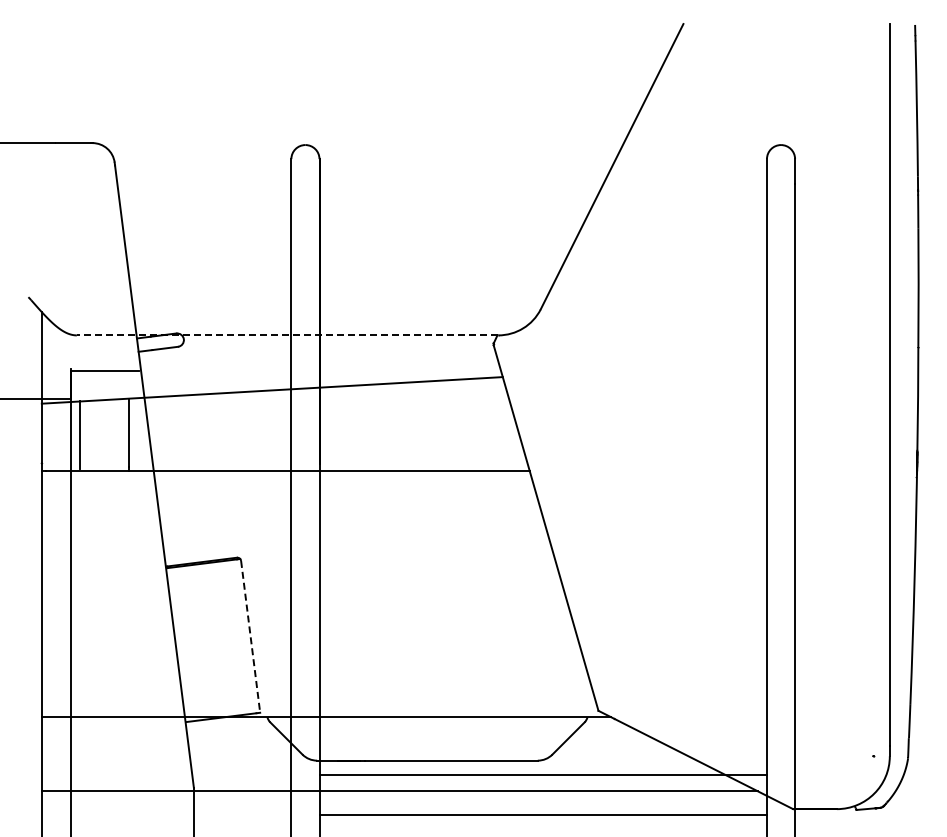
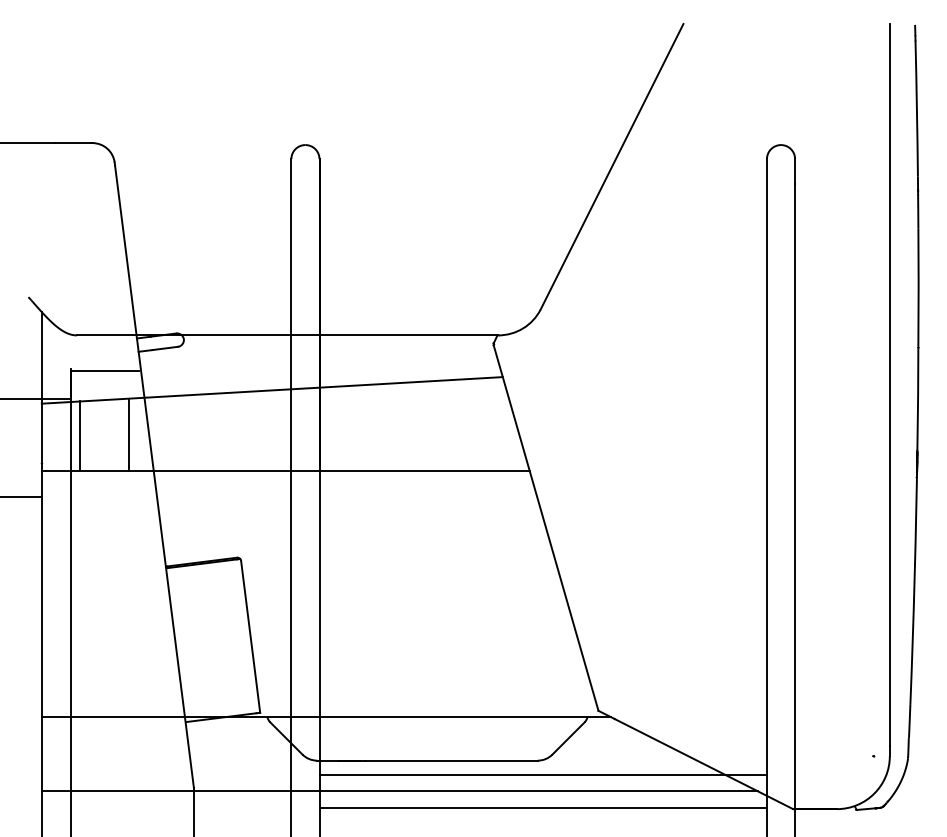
line at (287, 335): dashed -> solid
line at (22, 497): none -> present
line at (250, 636): dashed -> solid
line at (542, 815) position: (542, 815) -> (542, 808)
